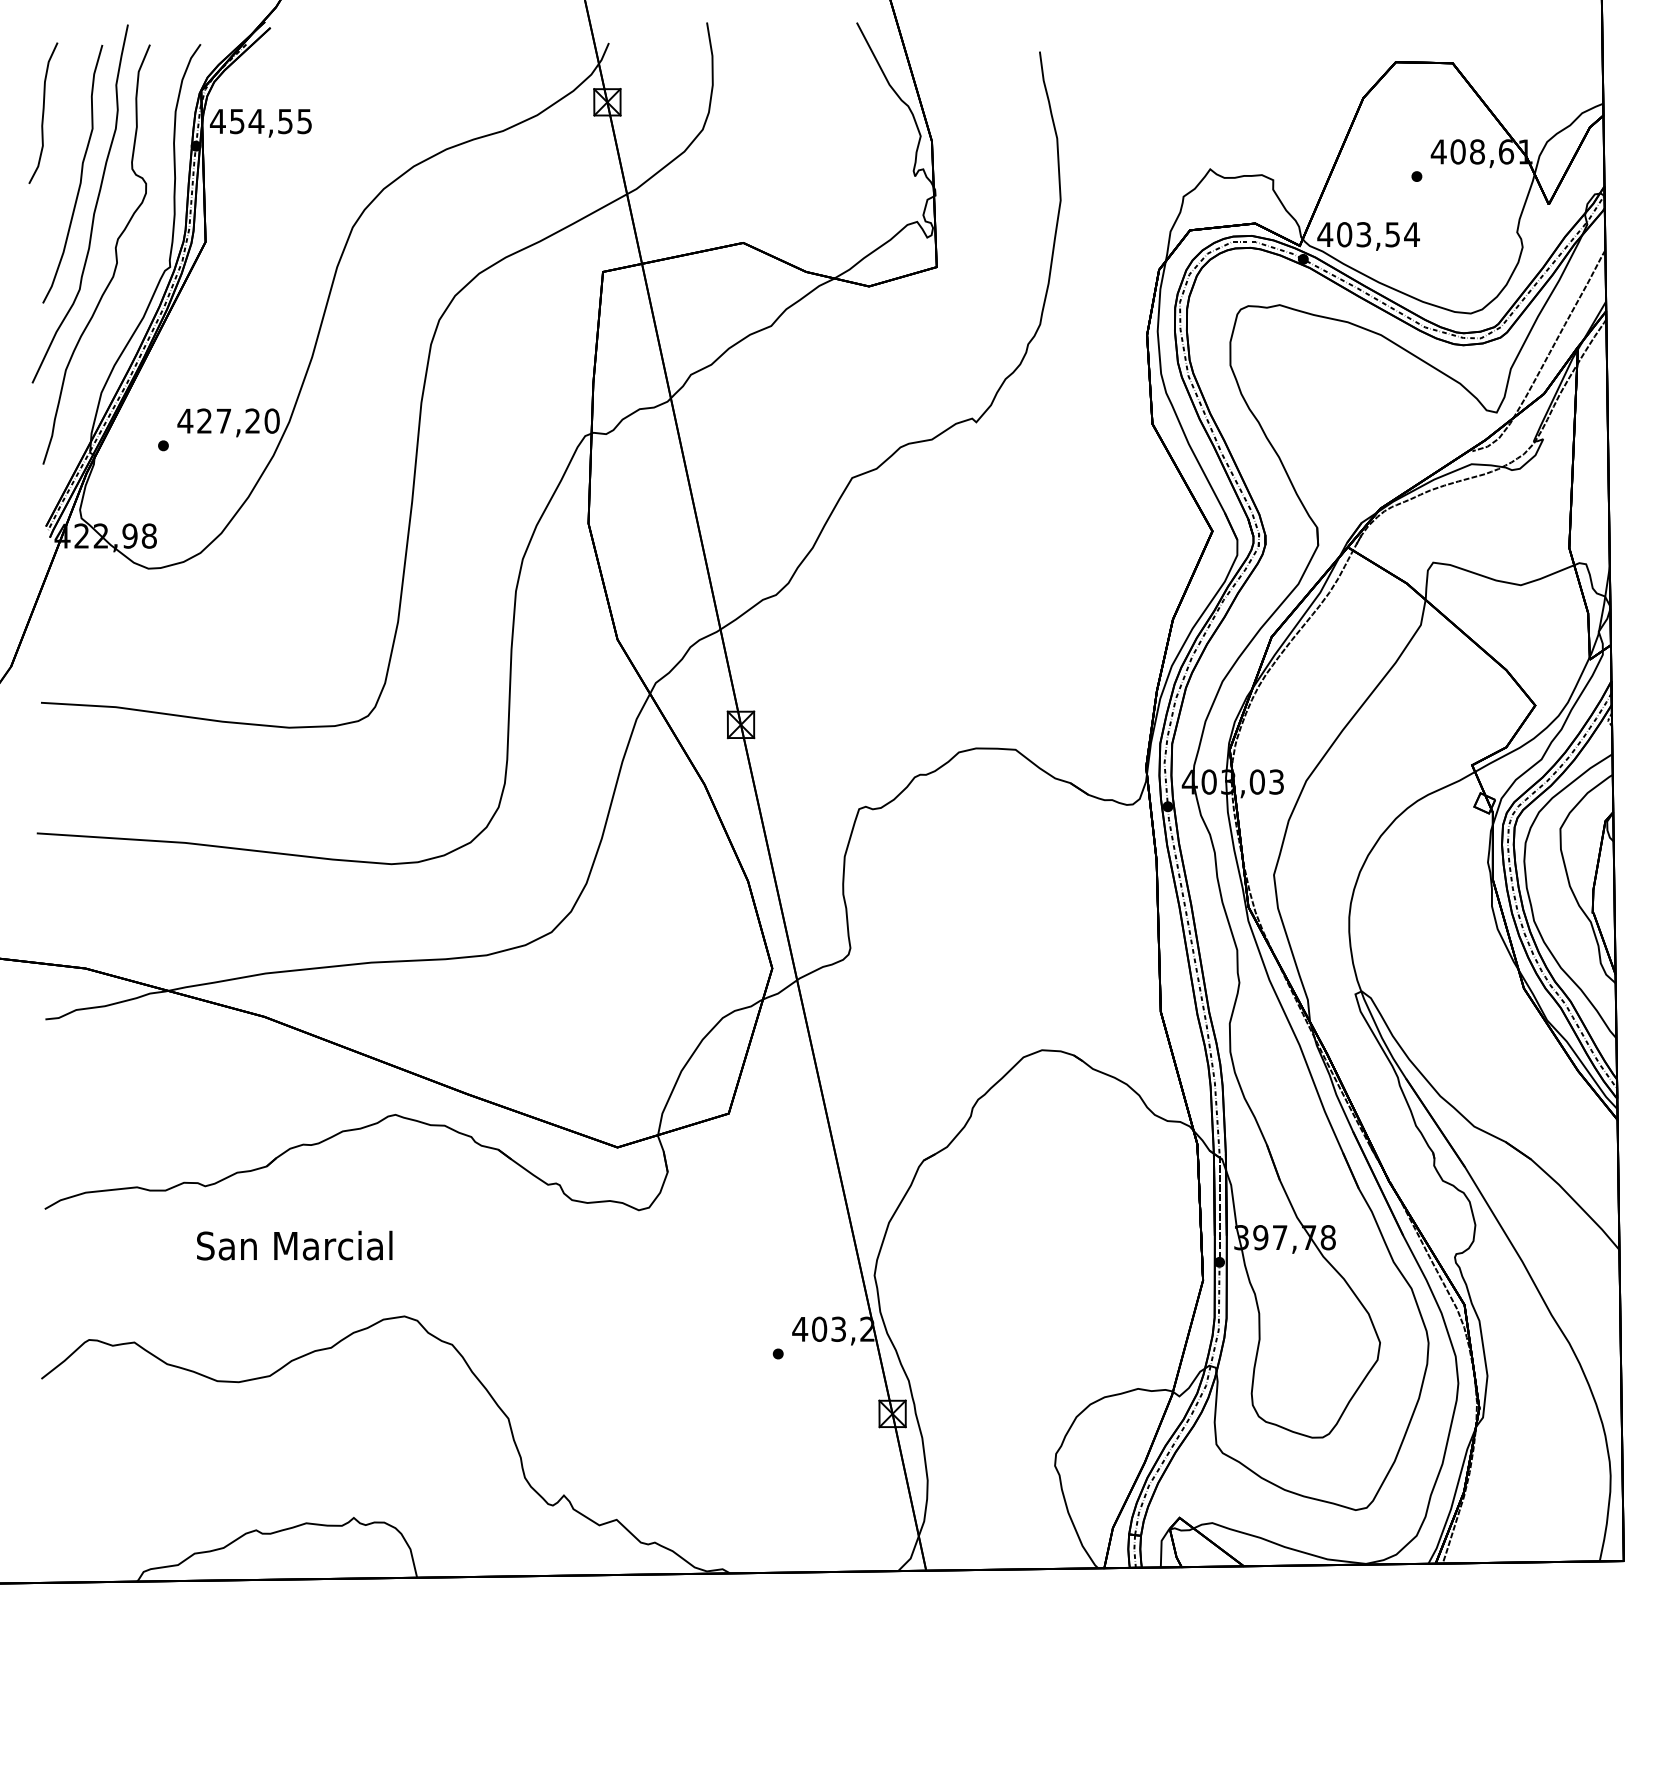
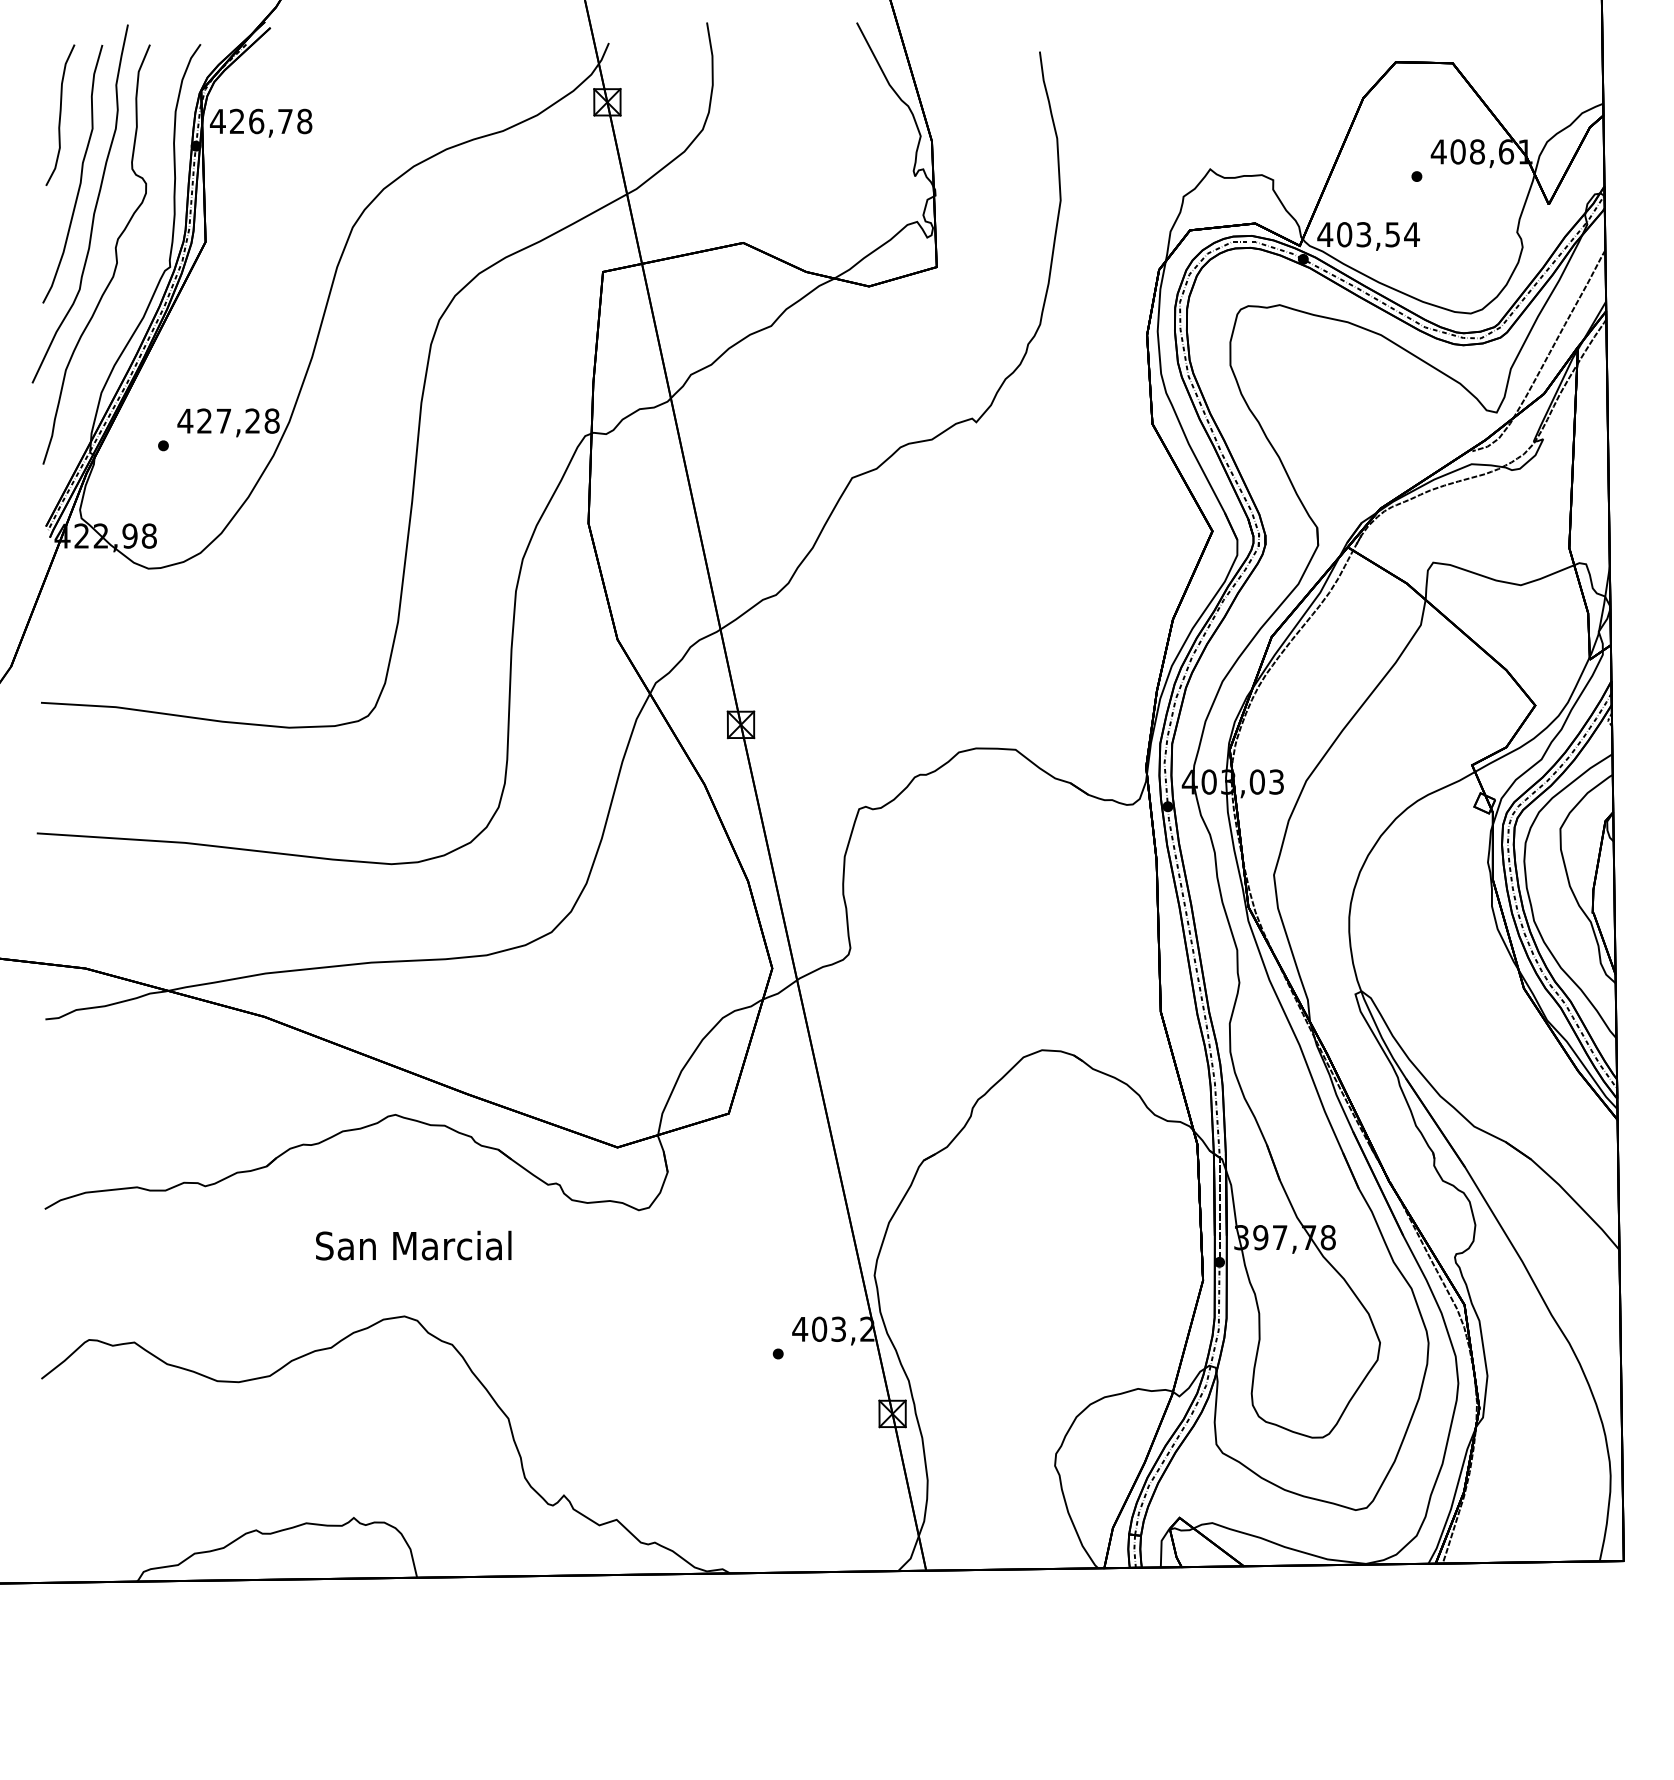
curve at (43, 112) position: (43, 112) -> (60, 114)
text at (271, 121): 454,55 -> 426,78
text at (271, 420): 427,20 -> 427,28
text at (294, 1245) position: (294, 1245) -> (413, 1245)
